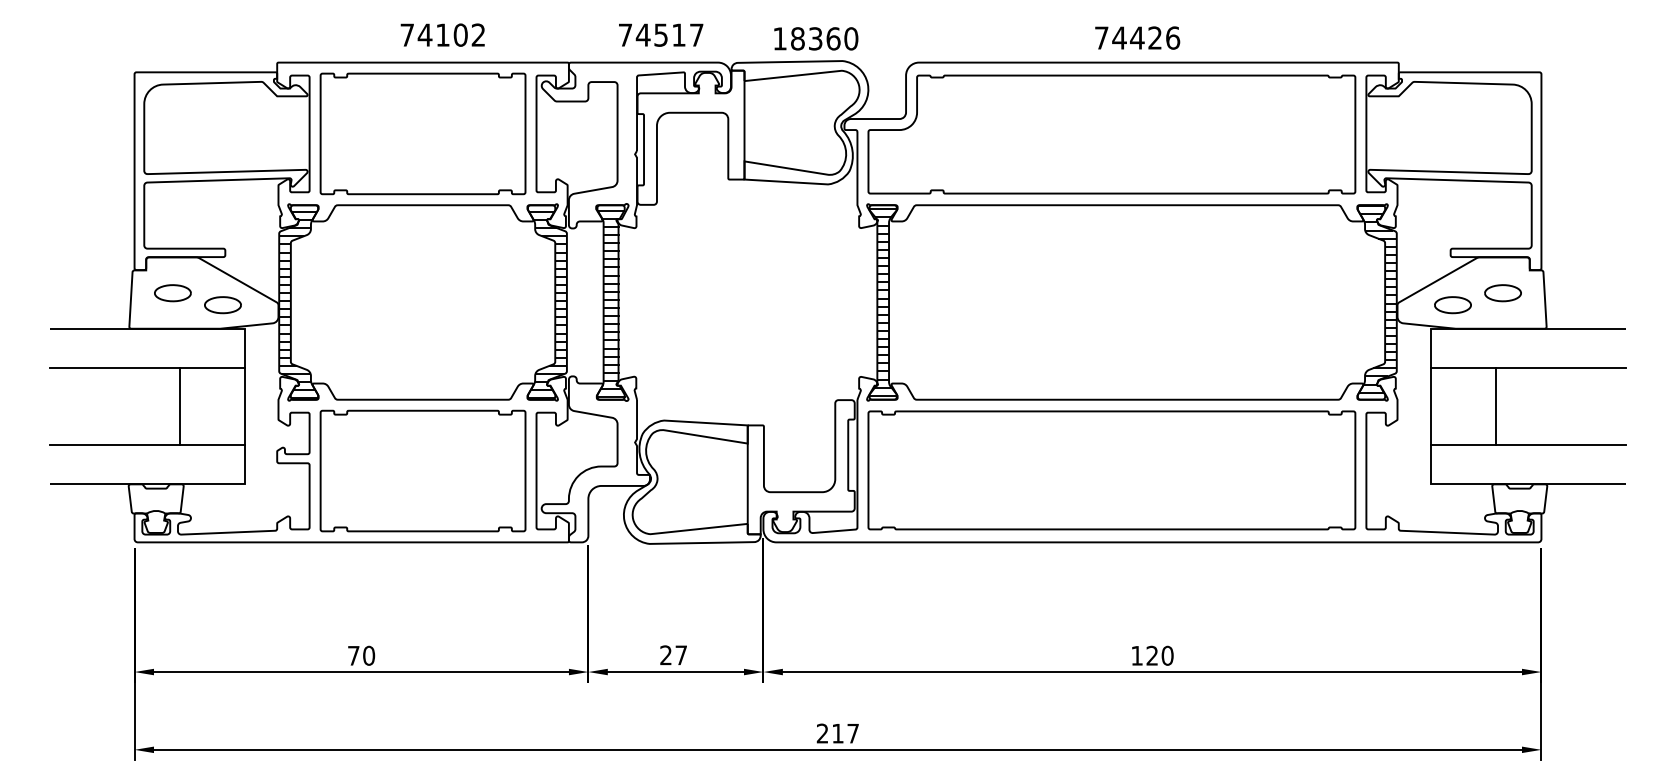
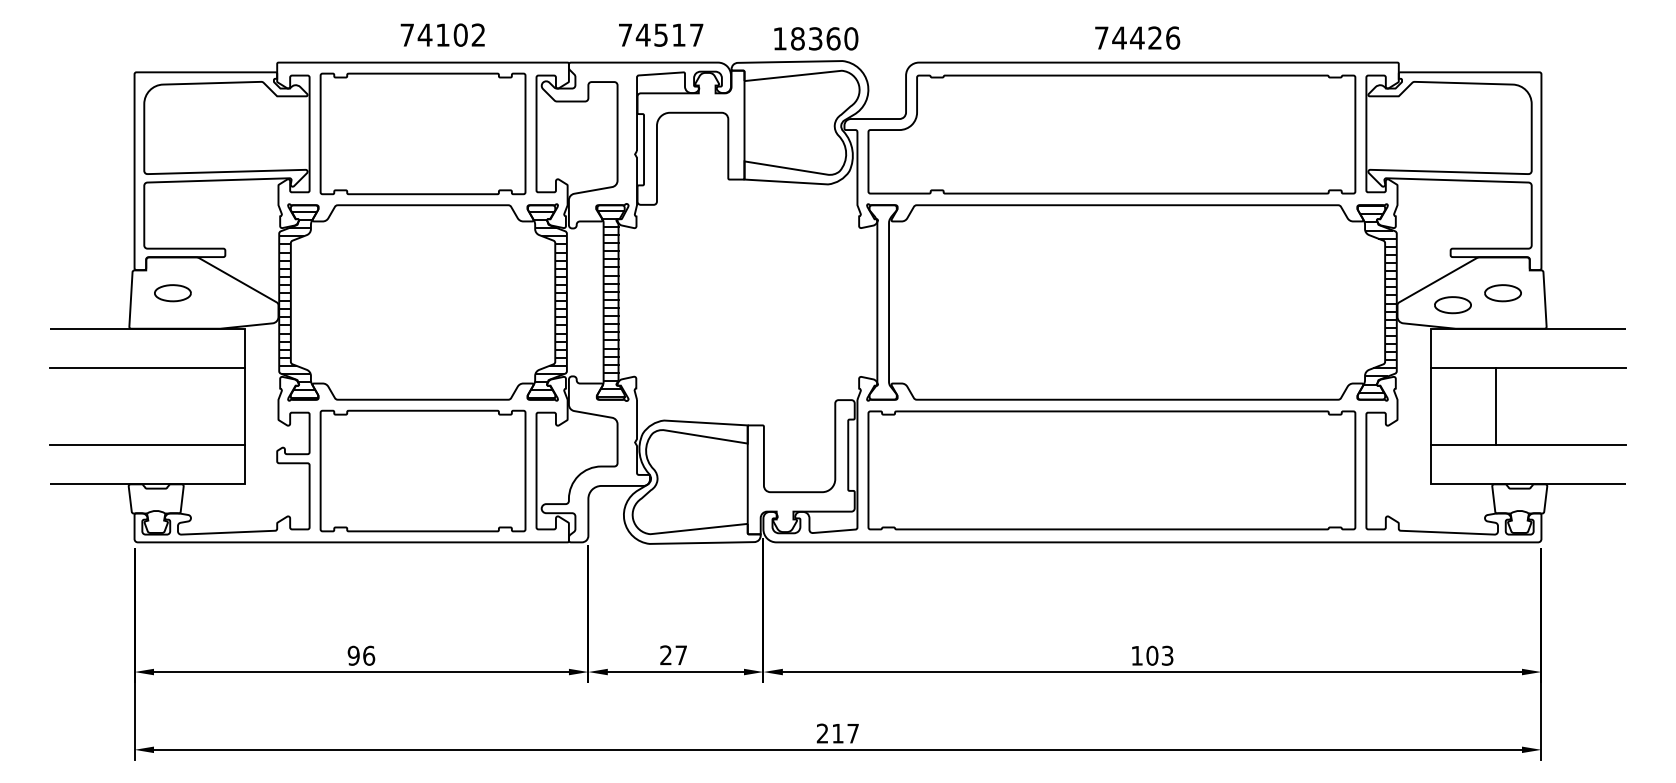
hatch at (882, 302): present -> none
part at (222, 305): present -> none
line at (179, 406): present -> none
text at (361, 655): 70 -> 96
text at (1159, 655): 120 -> 103
